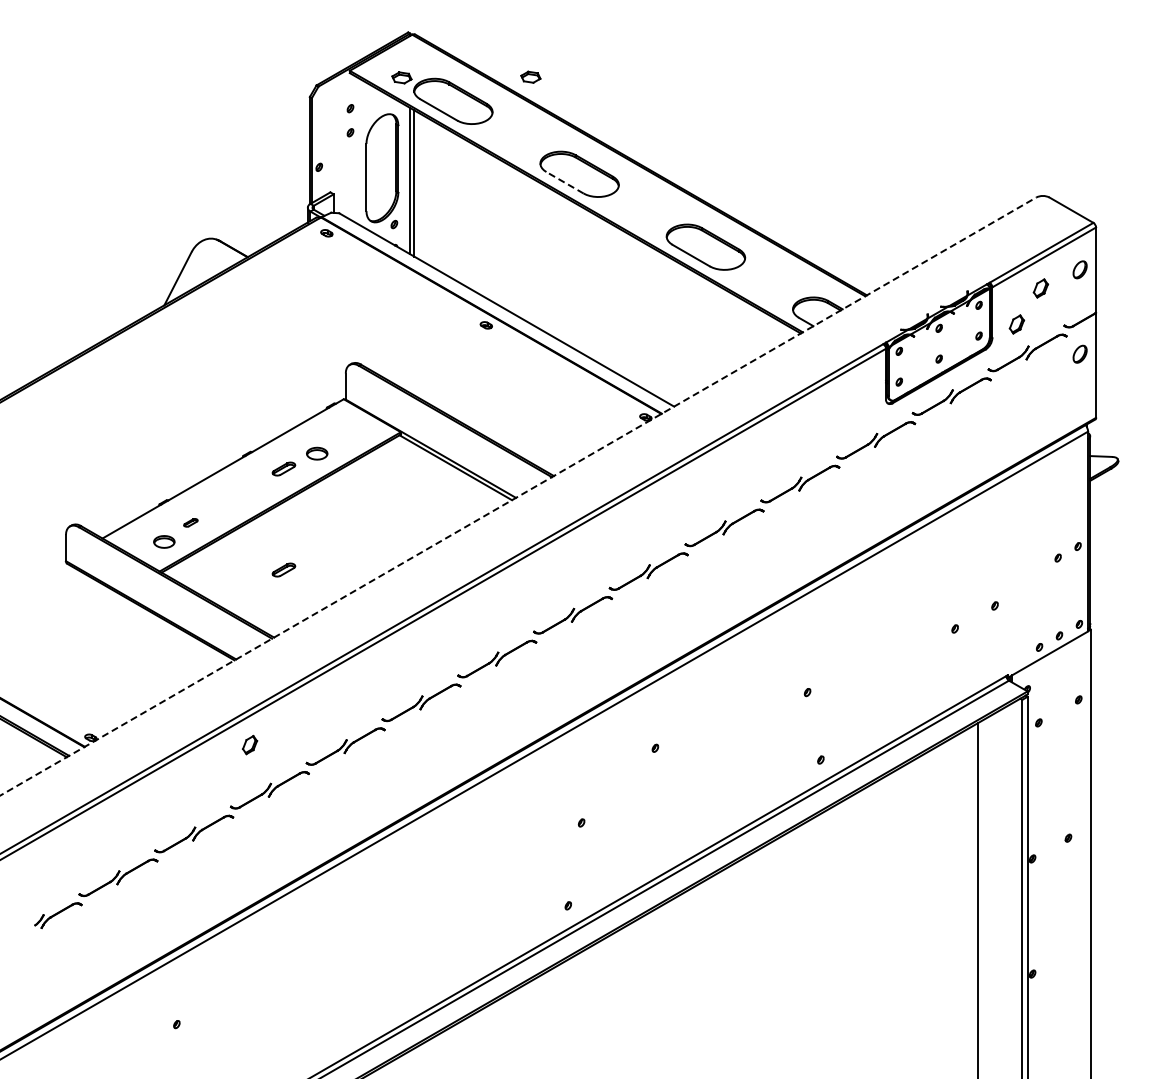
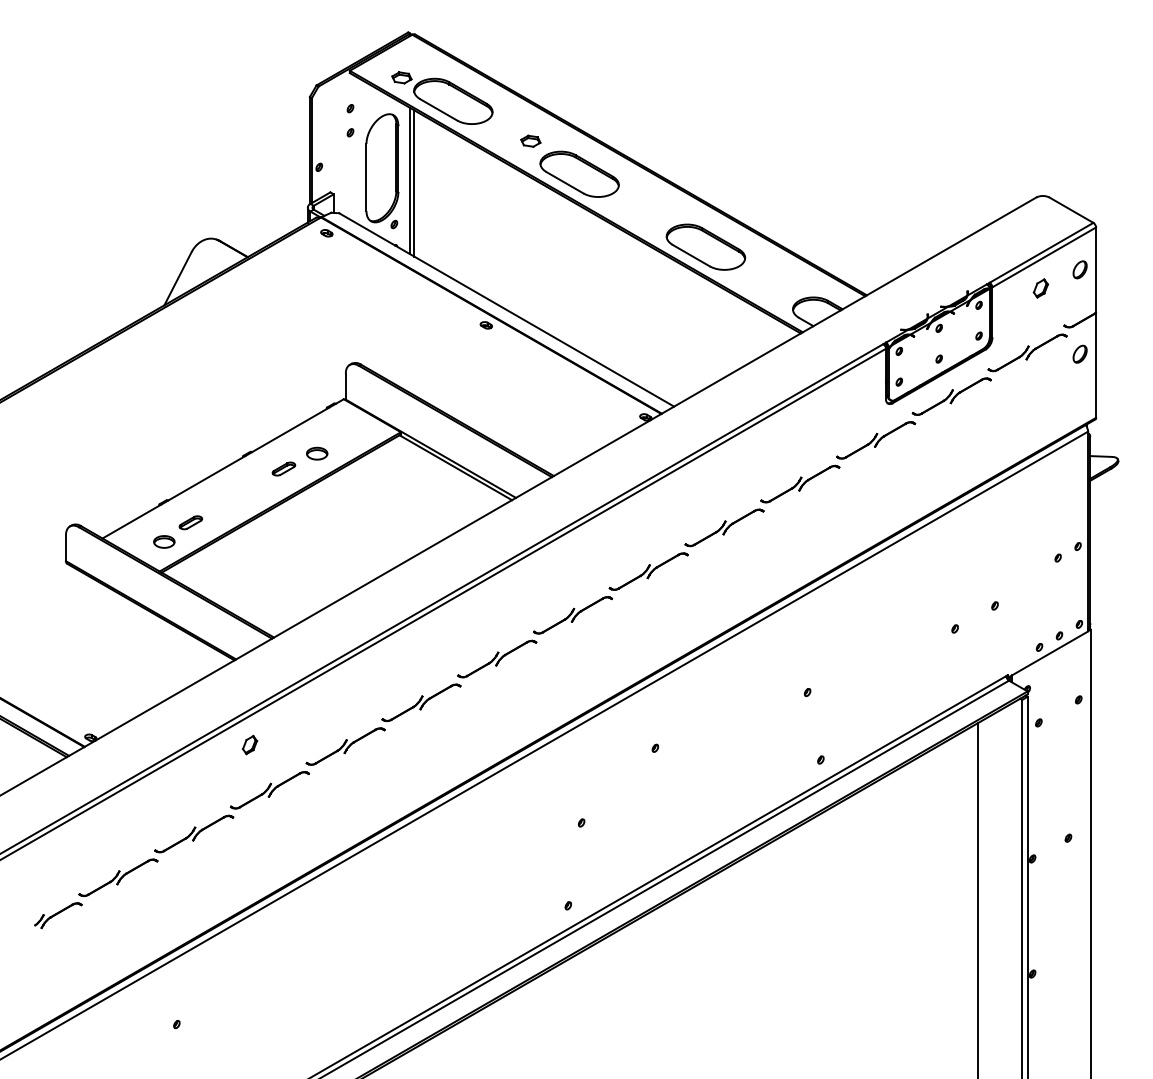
part at (530, 76) position: (530, 76) -> (530, 140)
line at (564, 182): dashed -> solid
part at (1016, 324): present -> none
line at (518, 496): dashed -> solid
part at (190, 522) size: 16x10 px -> 26x16 px
part at (283, 569): present -> none
